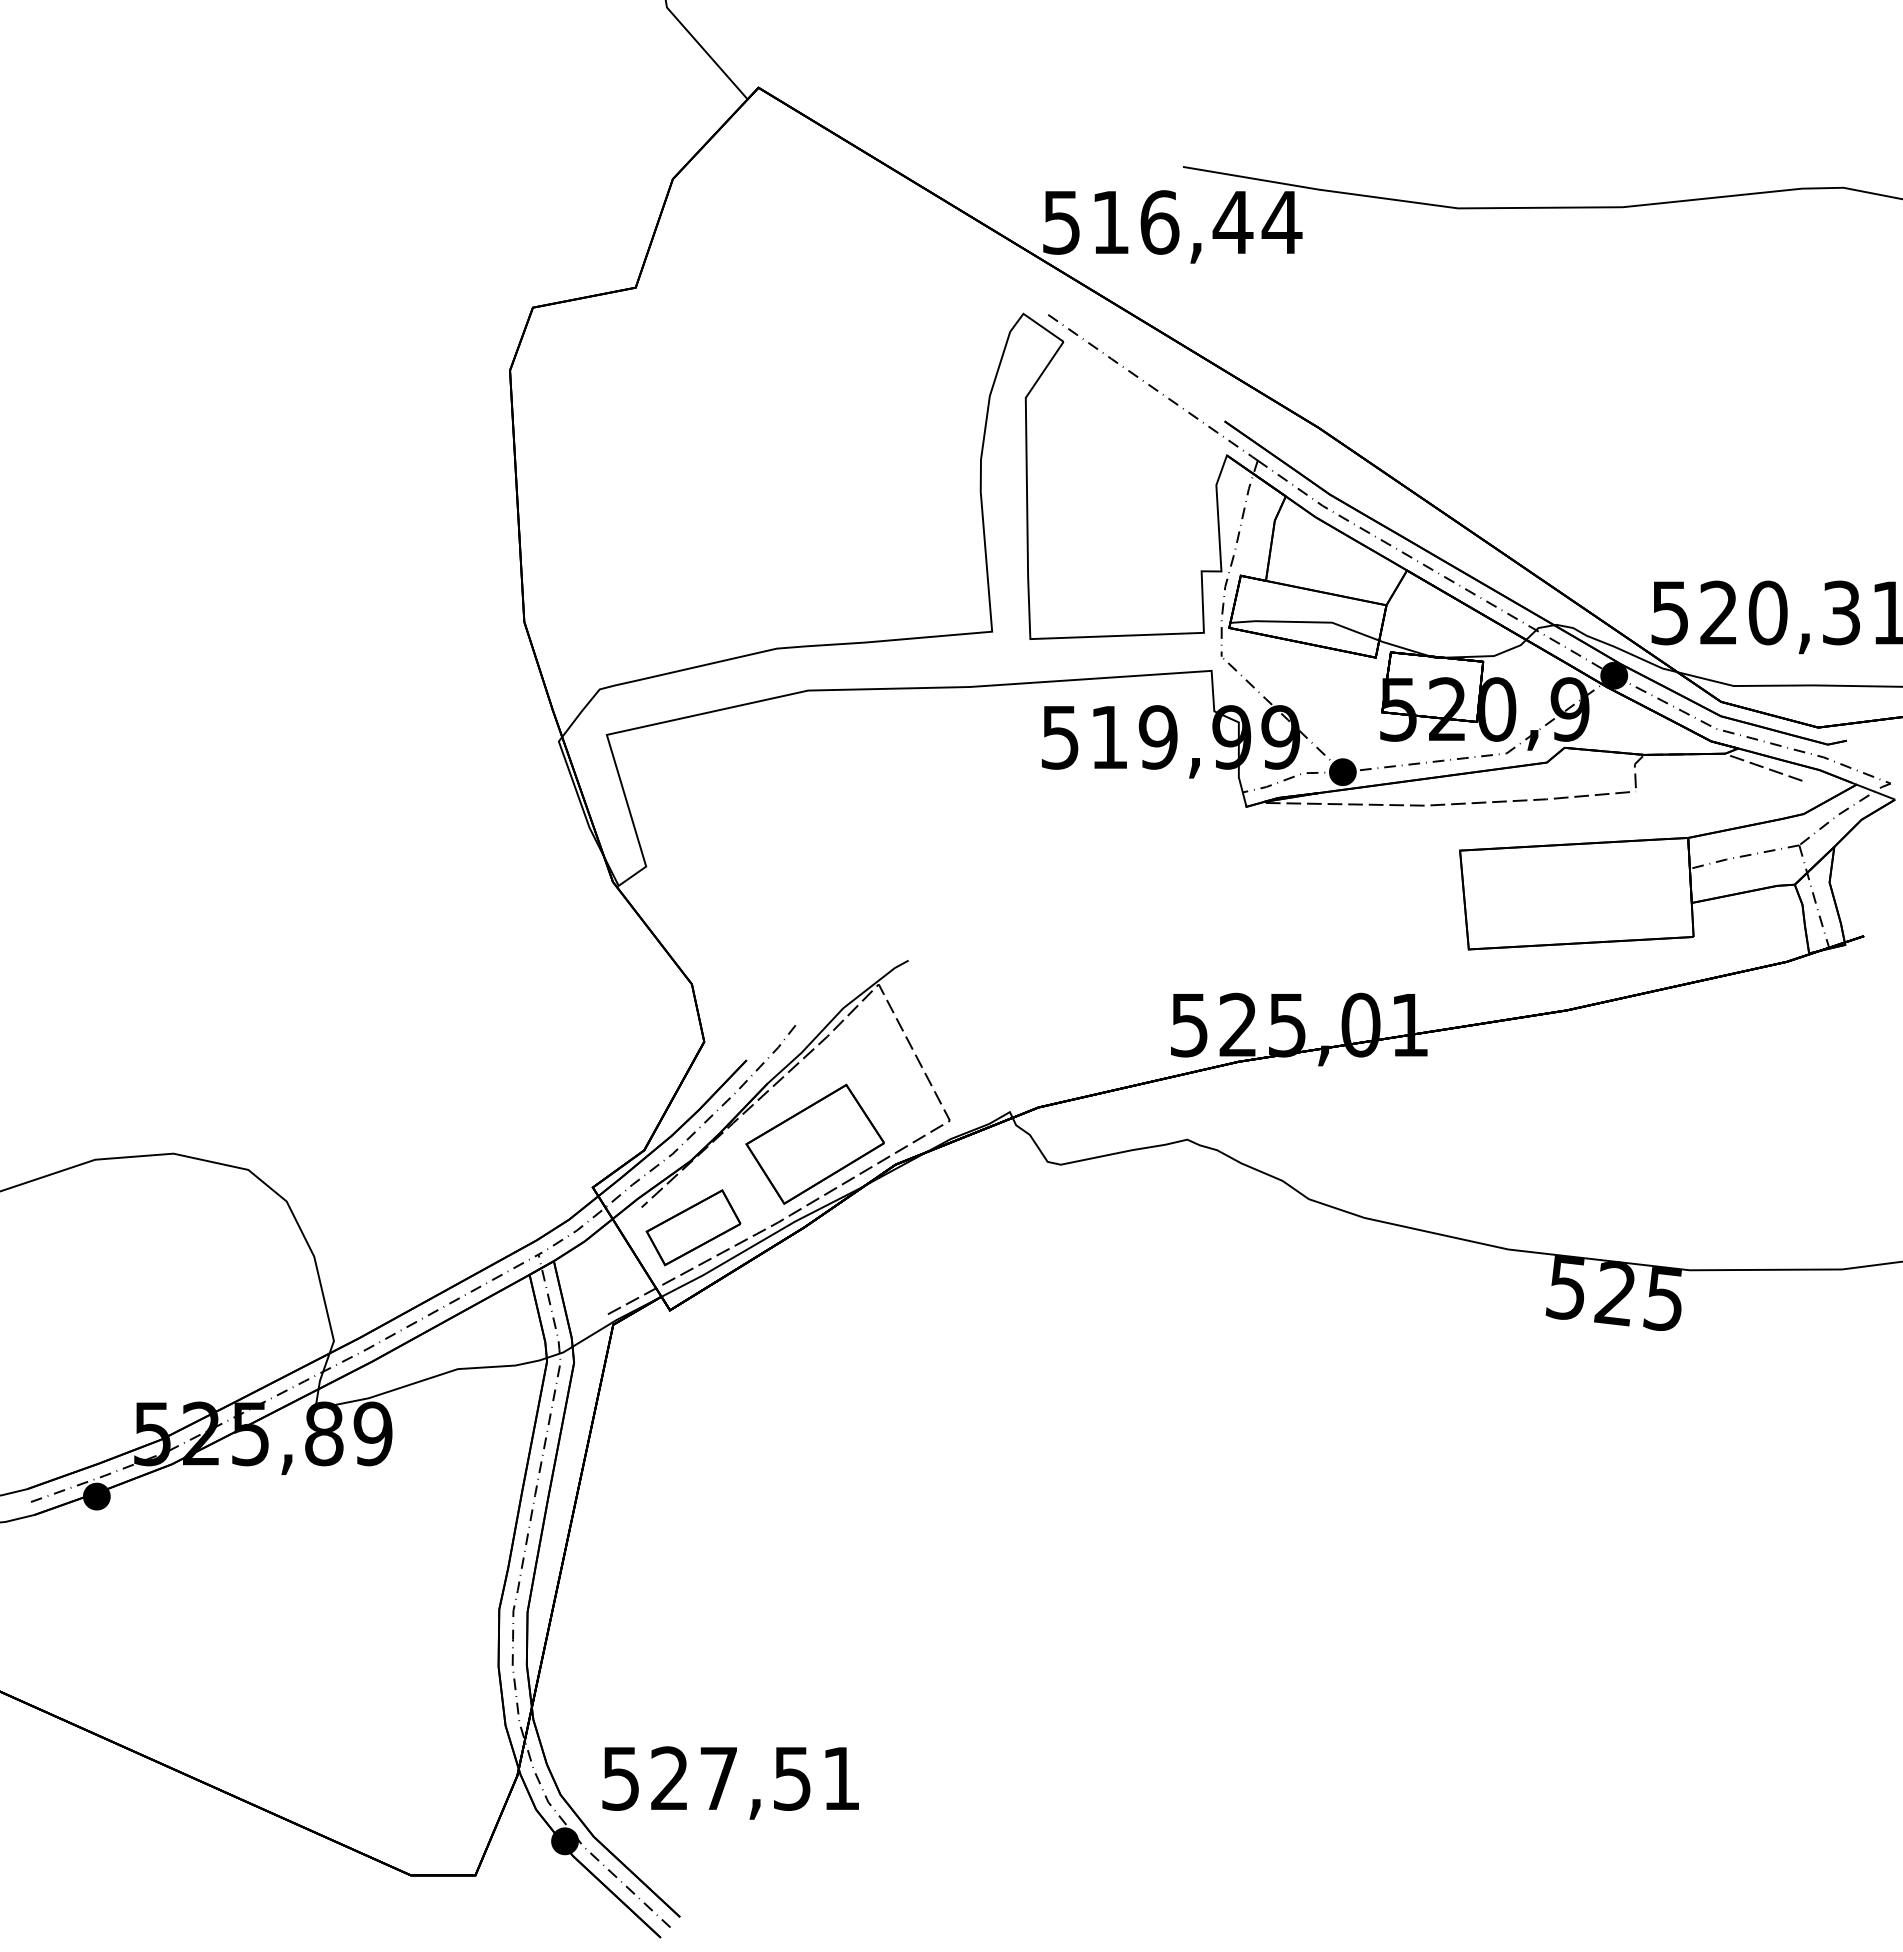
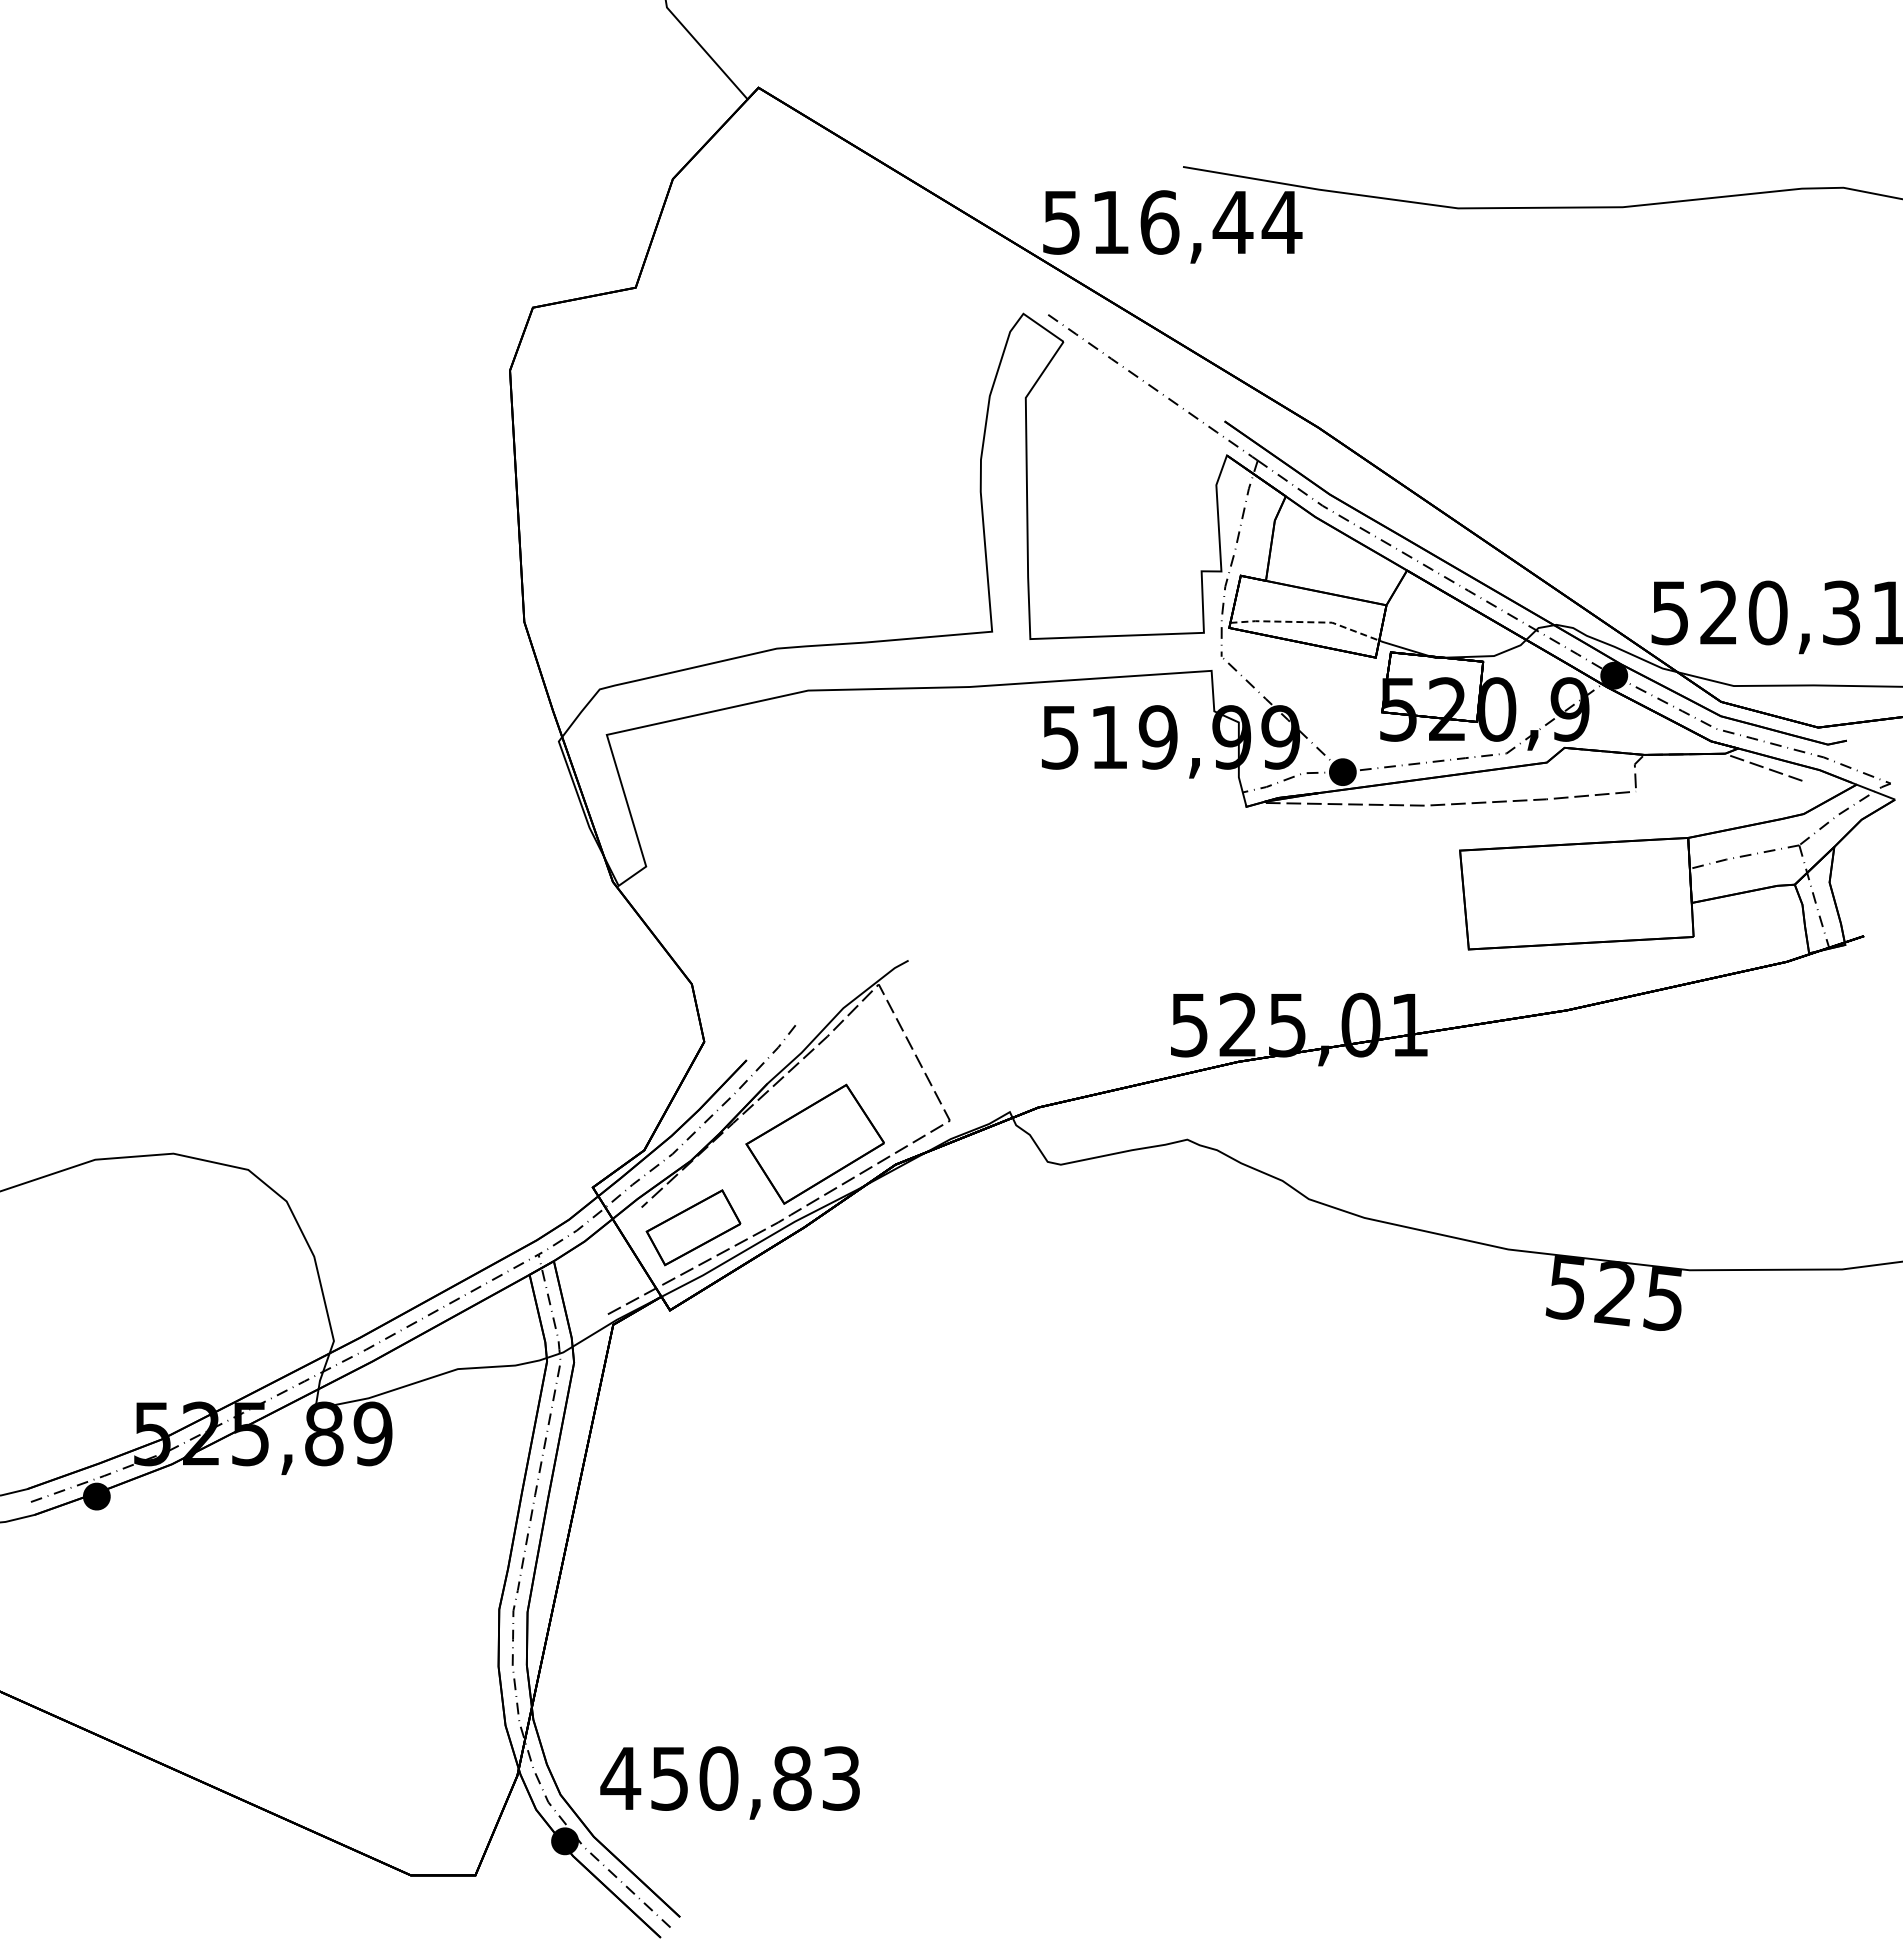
line at (1307, 622): solid -> dashed
text at (729, 1778): 527,51 -> 450,83
